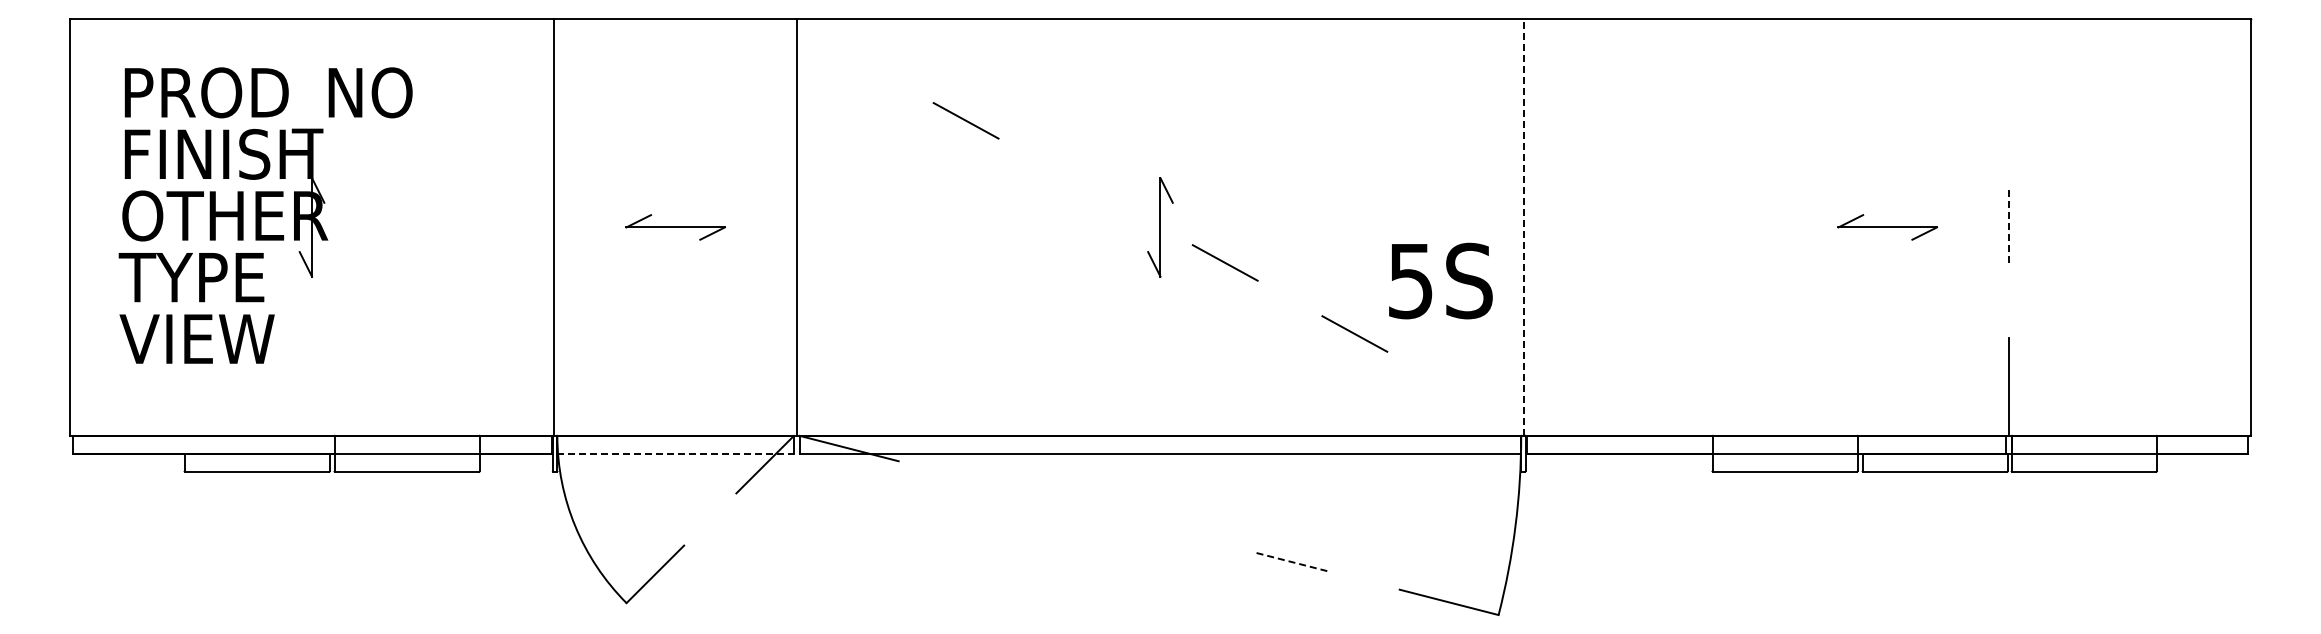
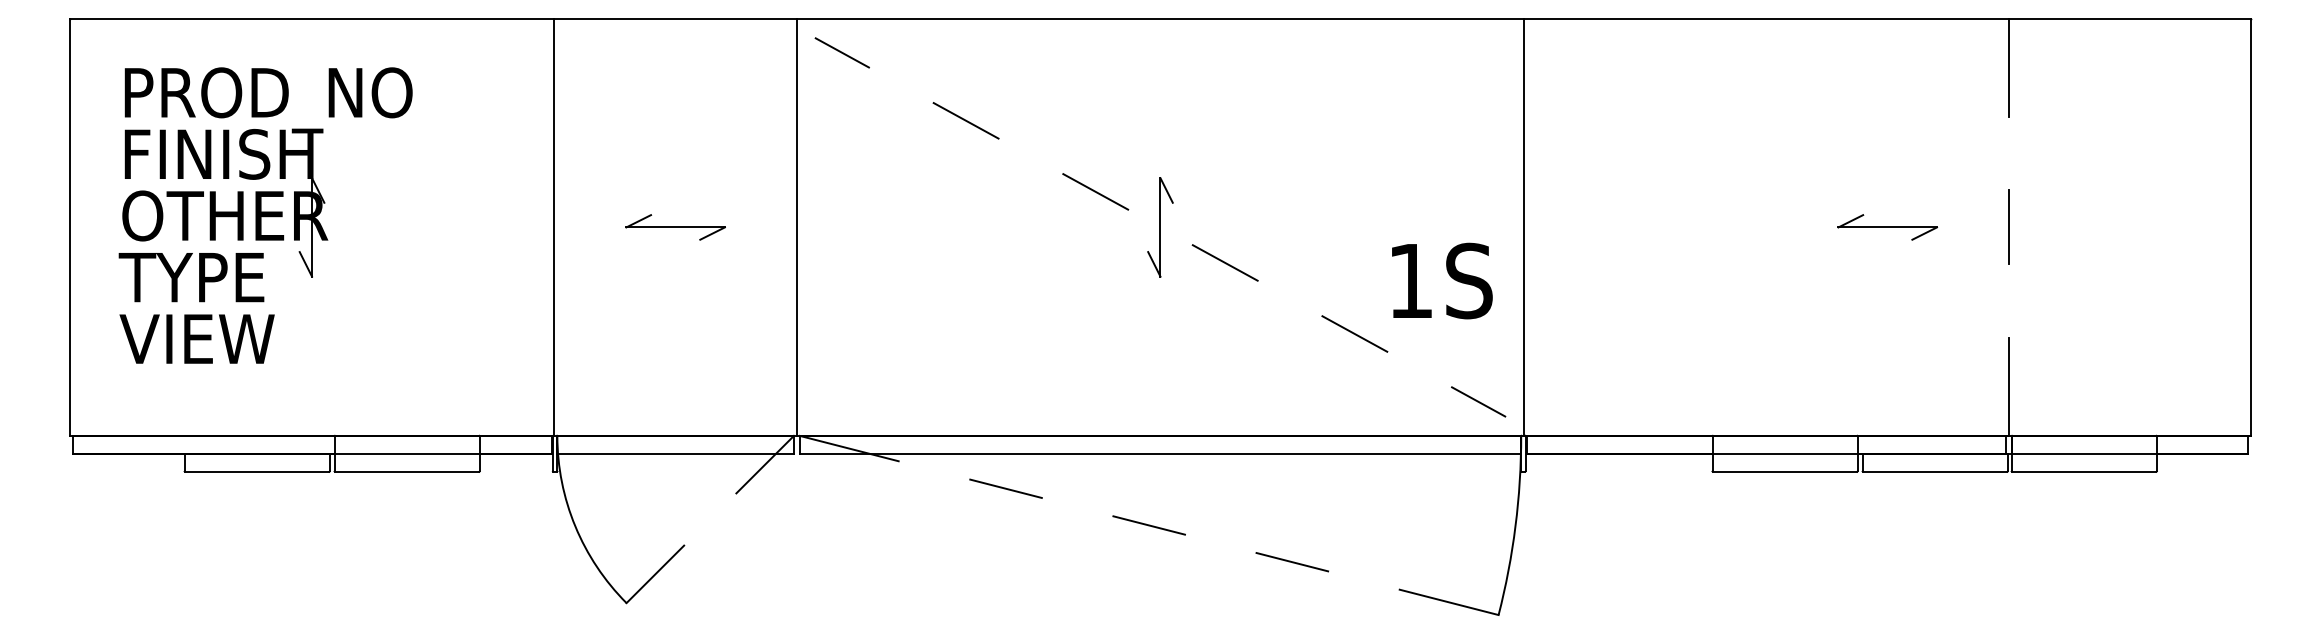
line at (841, 52): none -> present
line at (2008, 67): none -> present
line at (1095, 191): none -> present
line at (1524, 226): dashed -> solid
line at (2008, 227): dashed -> solid
text at (1410, 281): 5S -> 1S
line at (1478, 401): none -> present
line at (676, 454): dashed -> solid
line at (1005, 488): none -> present
line at (1148, 525): none -> present
line at (1292, 562): dashed -> solid
